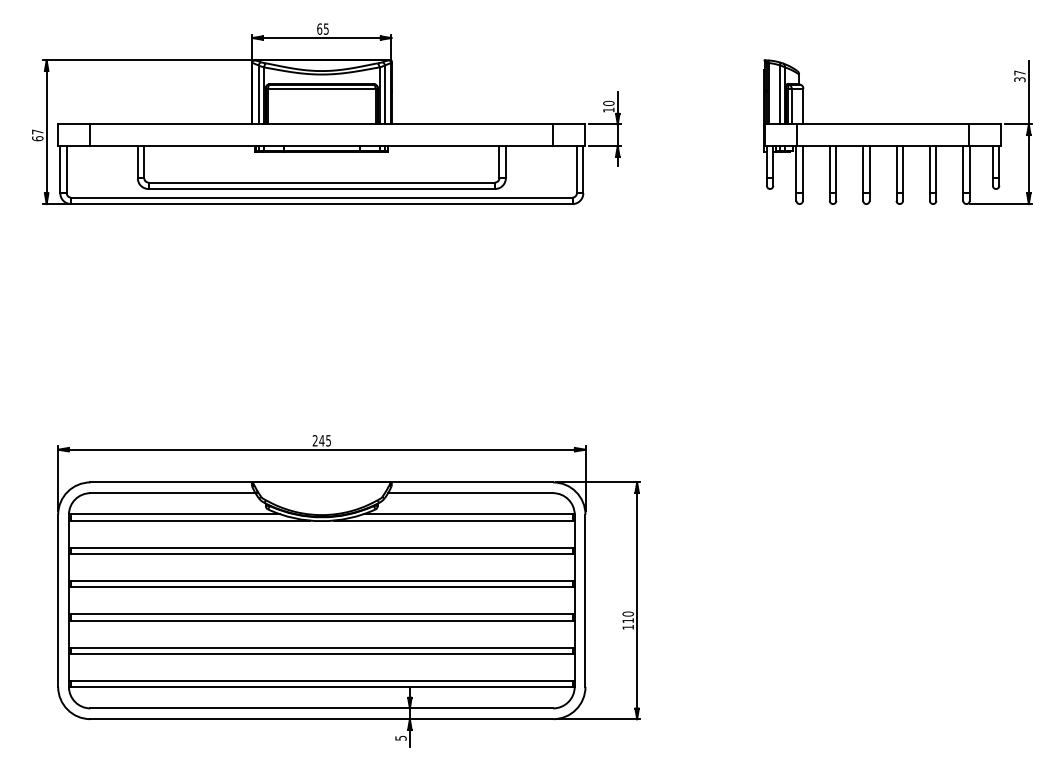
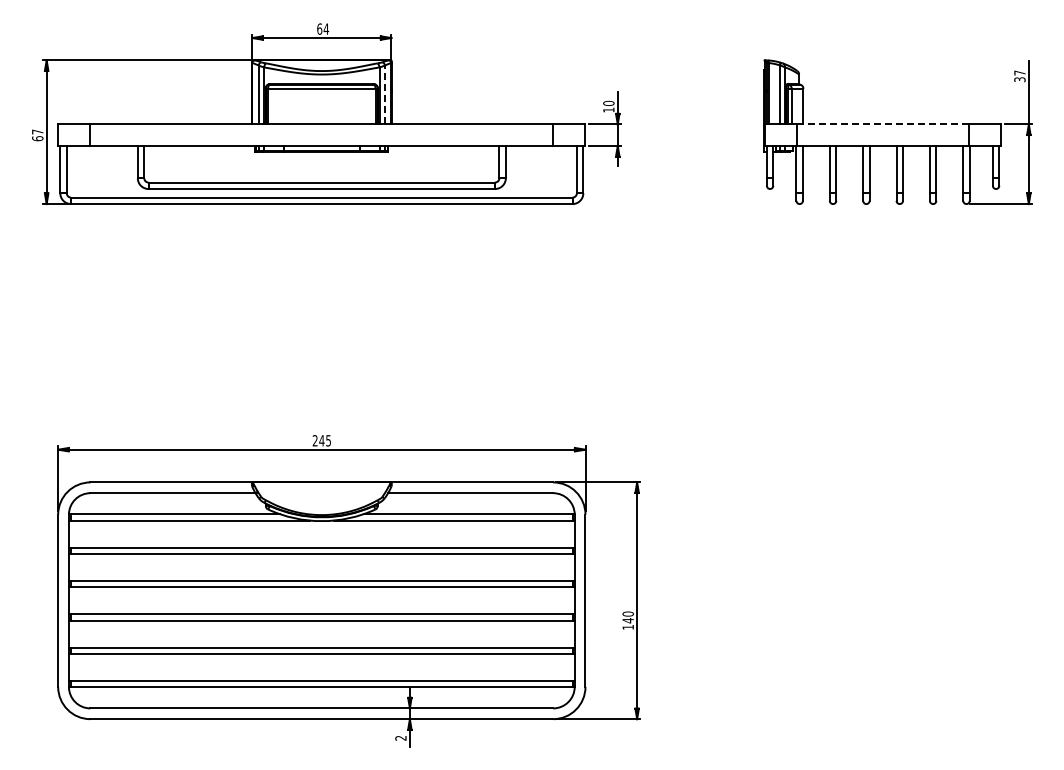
text at (326, 28): 65 -> 64
line at (384, 94): solid -> dashed
line at (883, 124): solid -> dashed
text at (627, 620): 110 -> 140
text at (400, 738): 5 -> 2
